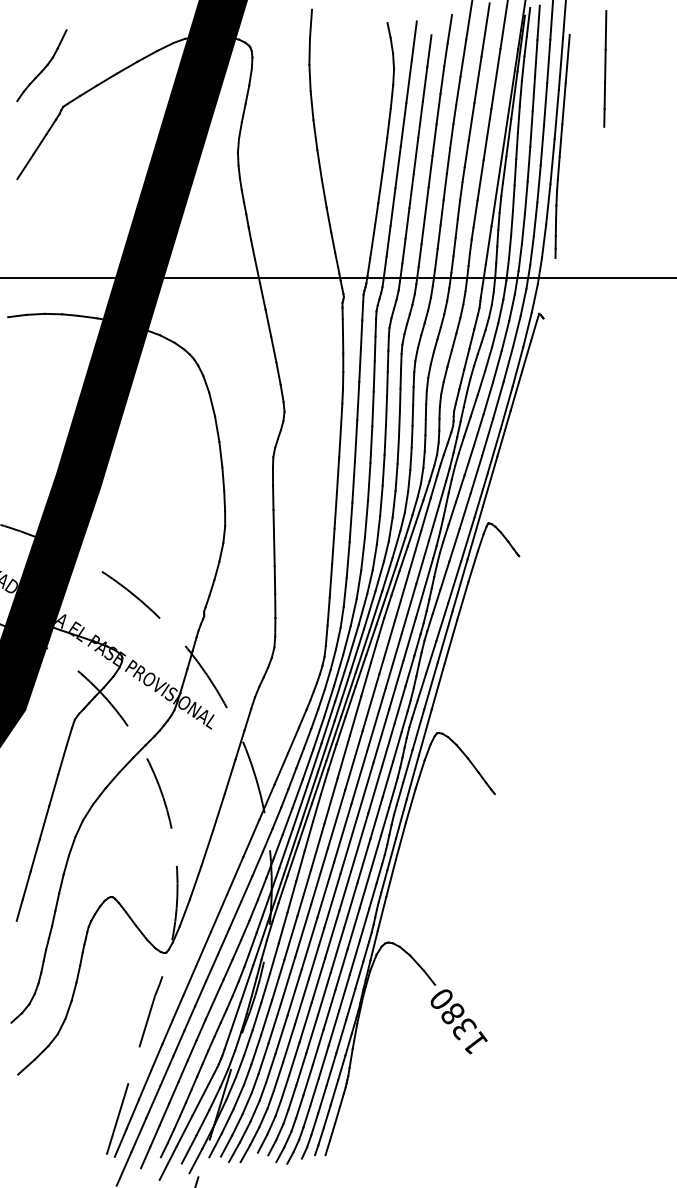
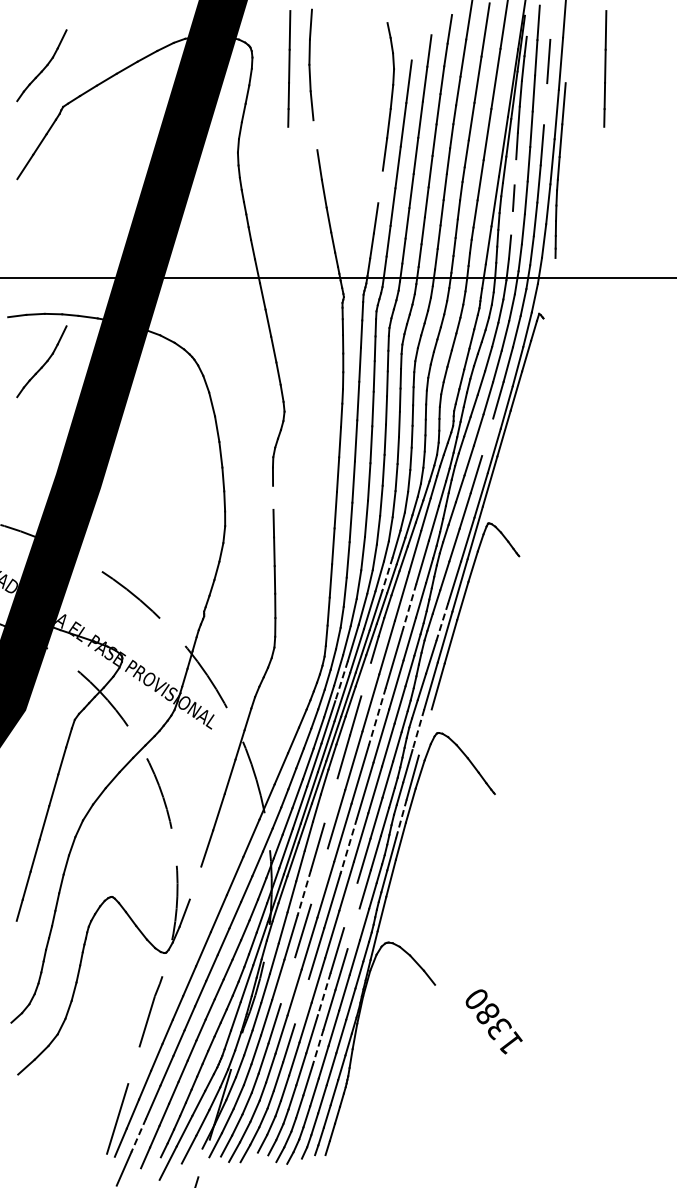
line at (551, 20): present -> none
line at (528, 21): present -> none
line at (413, 40): present -> none
line at (567, 58): present -> none
line at (289, 68): none -> present
line at (545, 104): present -> none
line at (315, 135): present -> none
line at (515, 172): present -> none
line at (380, 186): present -> none
line at (511, 222): present -> none
part at (41, 361): none -> present
line at (487, 437): present -> none
line at (273, 497): present -> none
line at (387, 574): solid -> dashed
line at (409, 608): solid -> dashed
line at (442, 622): solid -> dashed
line at (365, 679): present -> none
line at (341, 681): solid -> dashed
line at (377, 716): solid -> dashed
line at (418, 730): solid -> dashed
line at (424, 732): present -> none
line at (330, 800): present -> none
line at (401, 819): solid -> dashed
line at (348, 846): solid -> dashed
line at (319, 876): present -> none
line at (195, 882): present -> none
line at (304, 893): solid -> dashed
line at (350, 905): present -> none
line at (353, 928): present -> none
line at (287, 980): present -> none
line at (324, 994): solid -> dashed
line at (301, 1001): present -> none
text at (458, 1021) position: (458, 1021) -> (493, 1021)
line at (318, 1047): solid -> dashed
line at (138, 1135): solid -> dashed
line at (195, 1160): present -> none
